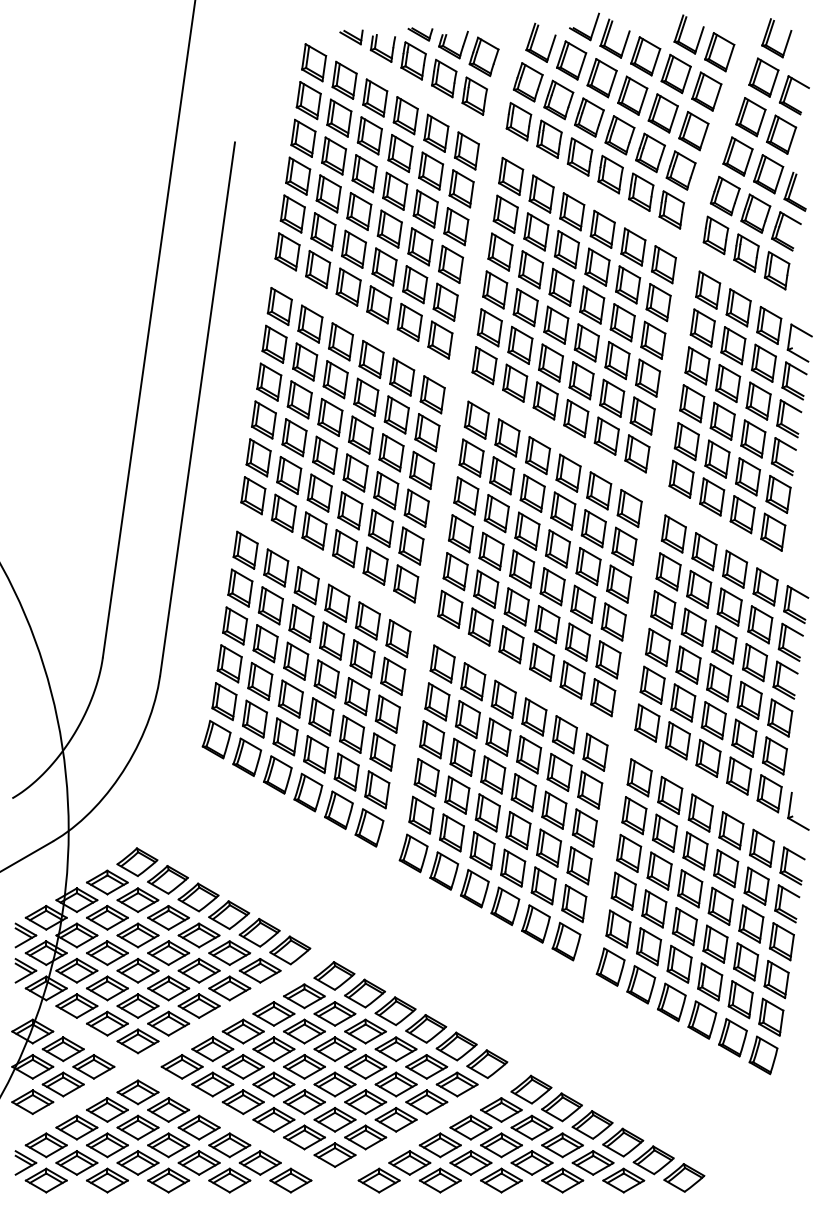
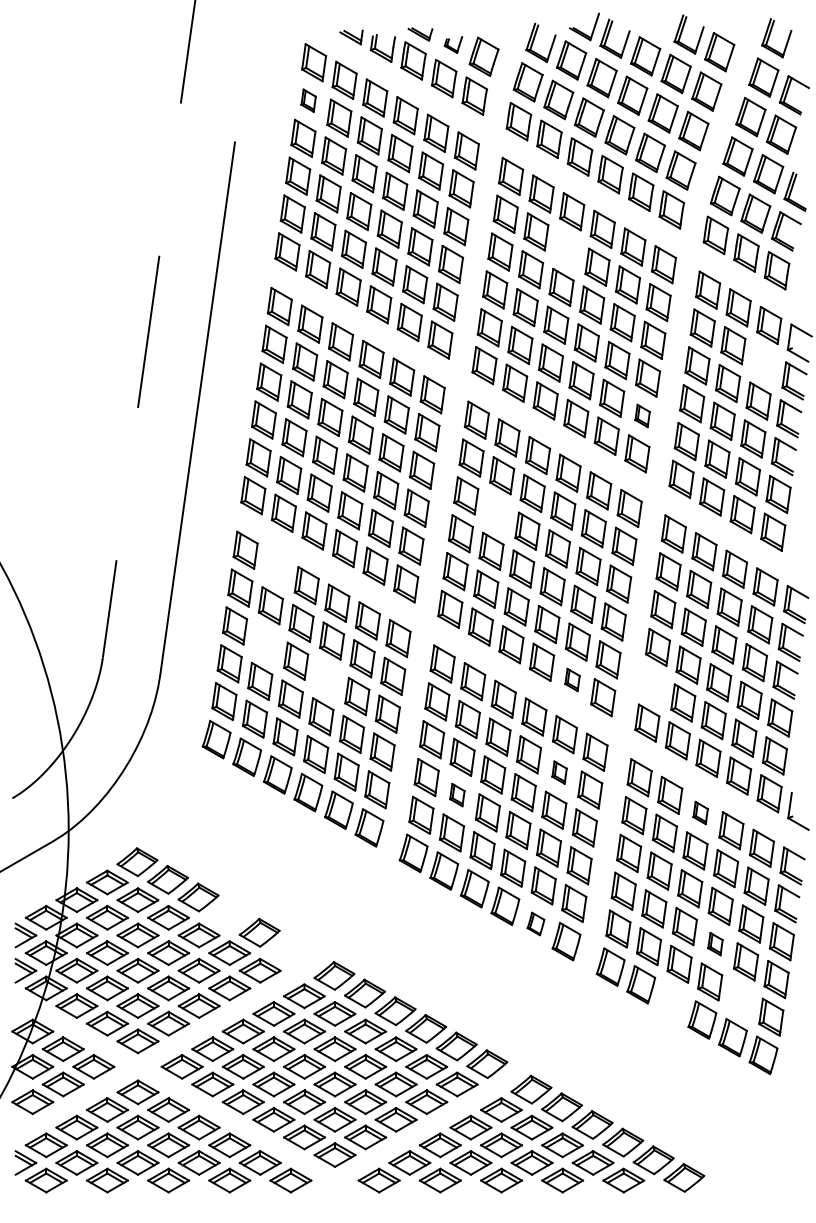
part at (453, 44) size: 31x30 px -> 21x19 px
part at (308, 100) size: 27x40 px -> 17x25 px
part at (566, 249): present -> none
line at (149, 329): solid -> dashed
part at (763, 362): present -> none
part at (642, 415) size: 27x40 px -> 17x26 px
part at (496, 513): present -> none
part at (276, 567): present -> none
part at (265, 643): present -> none
part at (326, 678): present -> none
part at (572, 679) size: 27x40 px -> 17x26 px
part at (652, 684): present -> none
part at (559, 772) size: 27x40 px -> 17x25 px
part at (457, 794) size: 27x40 px -> 17x25 px
part at (700, 812) size: 27x40 px -> 17x26 px
part at (229, 915): present -> none
part at (535, 923) size: 30x40 px -> 20x26 px
part at (715, 943) size: 27x40 px -> 17x25 px
part at (290, 950): present -> none
part at (740, 999): present -> none
part at (671, 1002): present -> none
